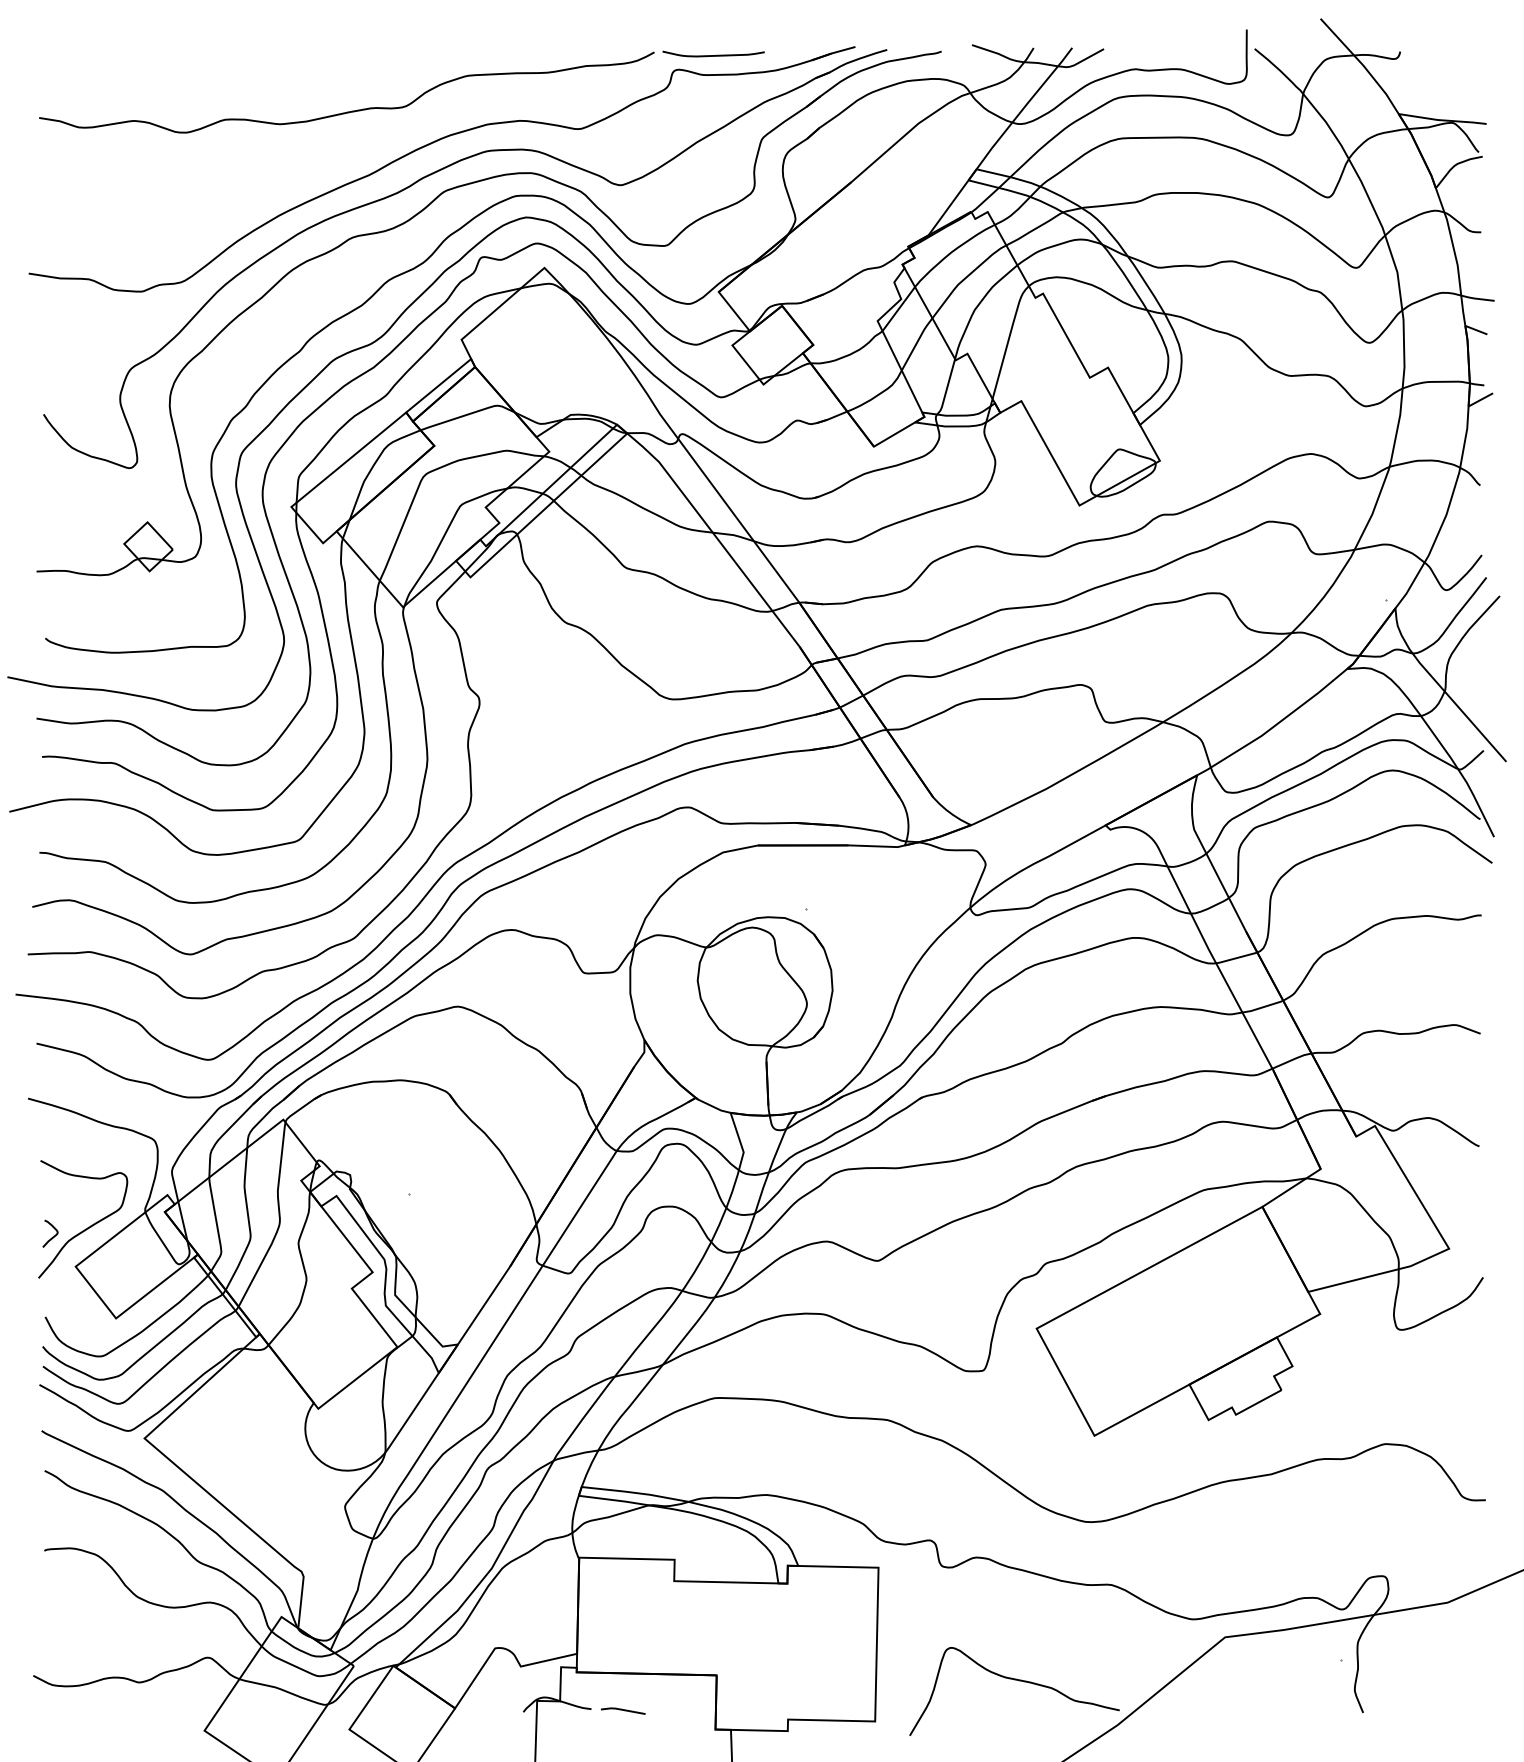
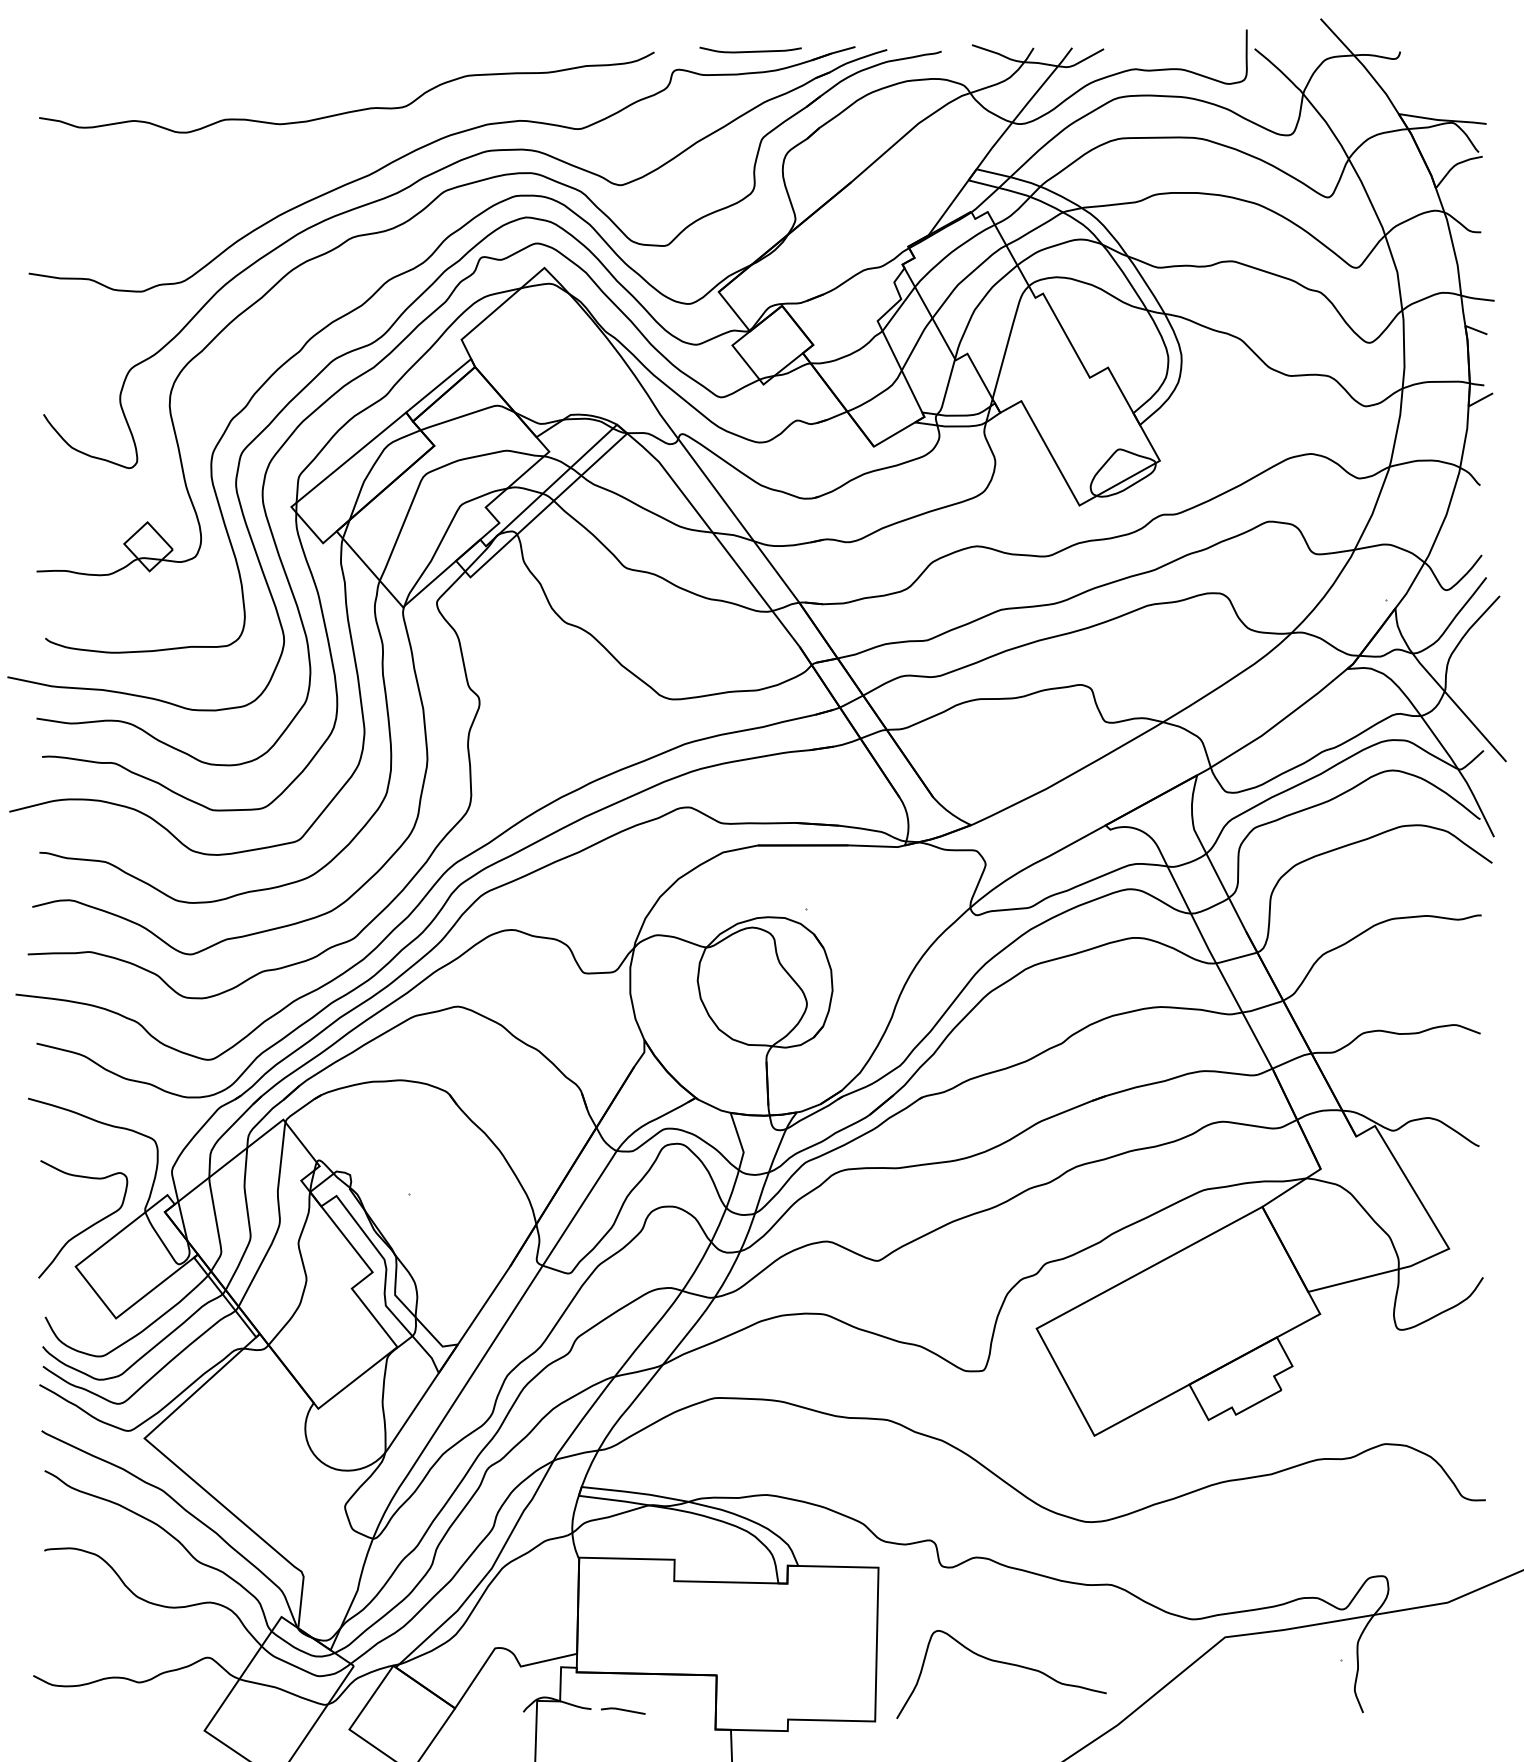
curve at (713, 55) position: (713, 55) -> (750, 51)
curve at (52, 1236): present -> none
curve at (1014, 1680) position: (1014, 1680) -> (1001, 1663)
